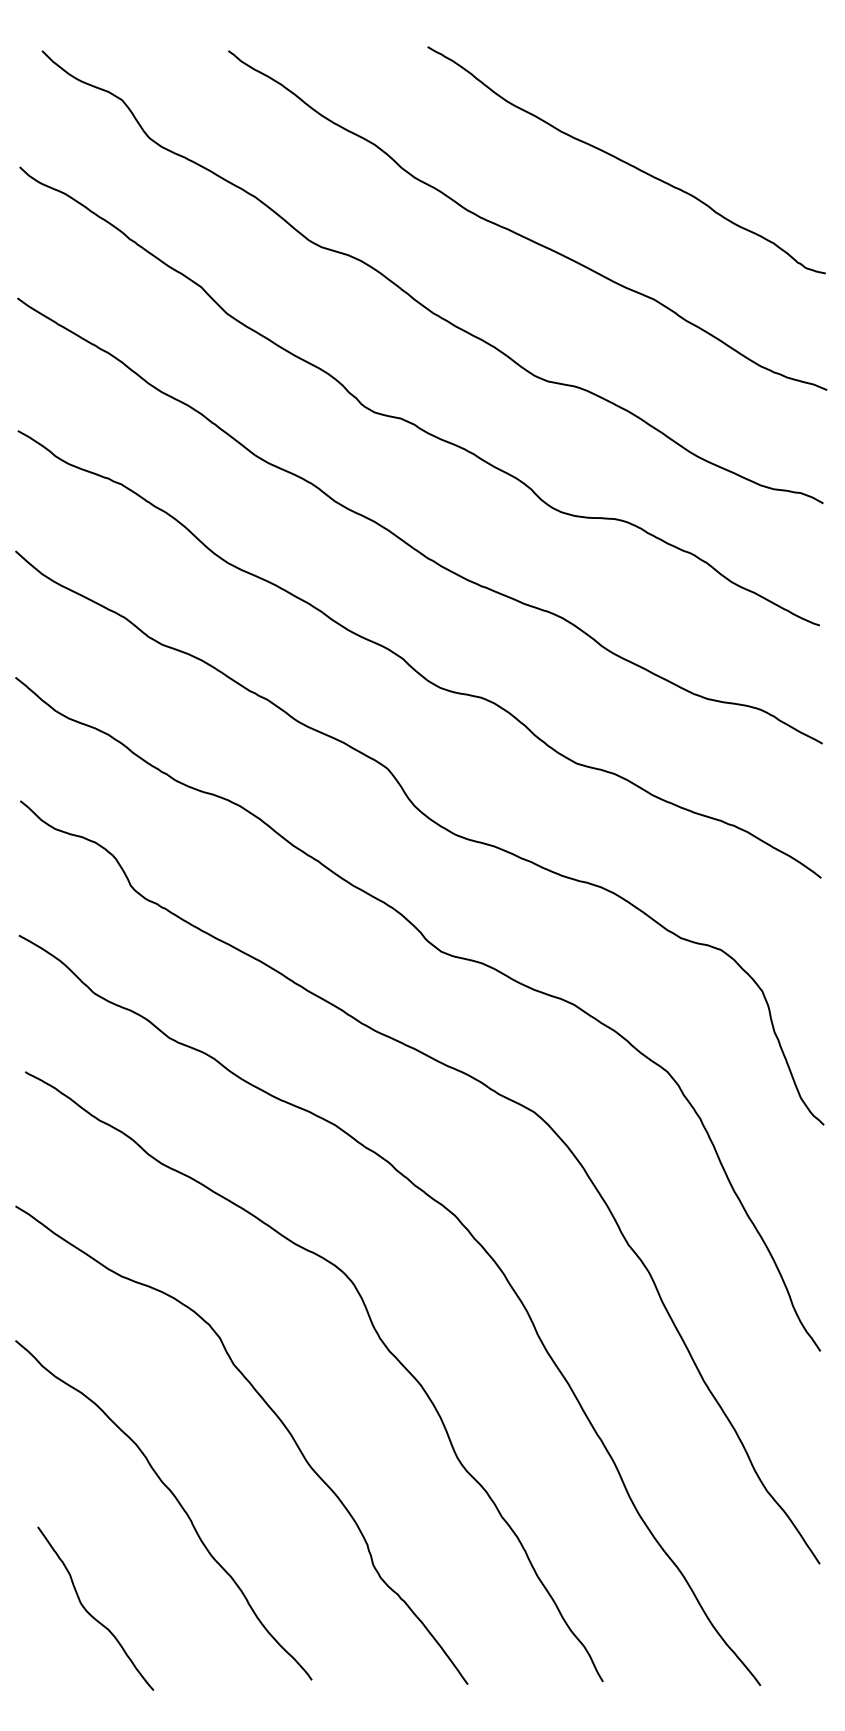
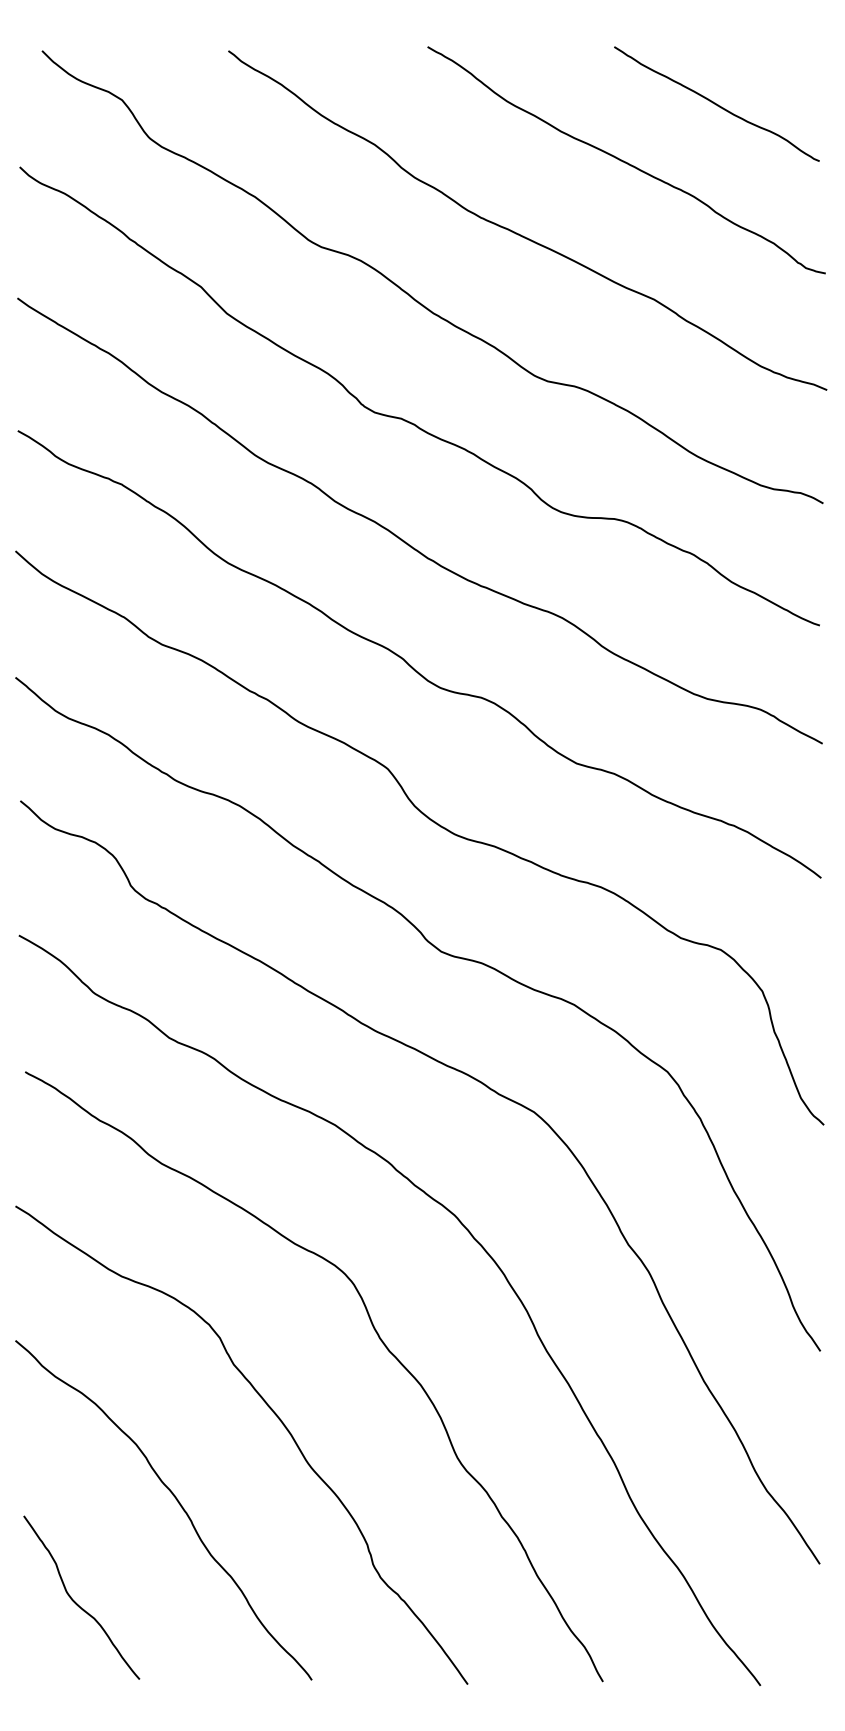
curve at (716, 103): none -> present
curve at (90, 1613) position: (90, 1613) -> (76, 1602)
